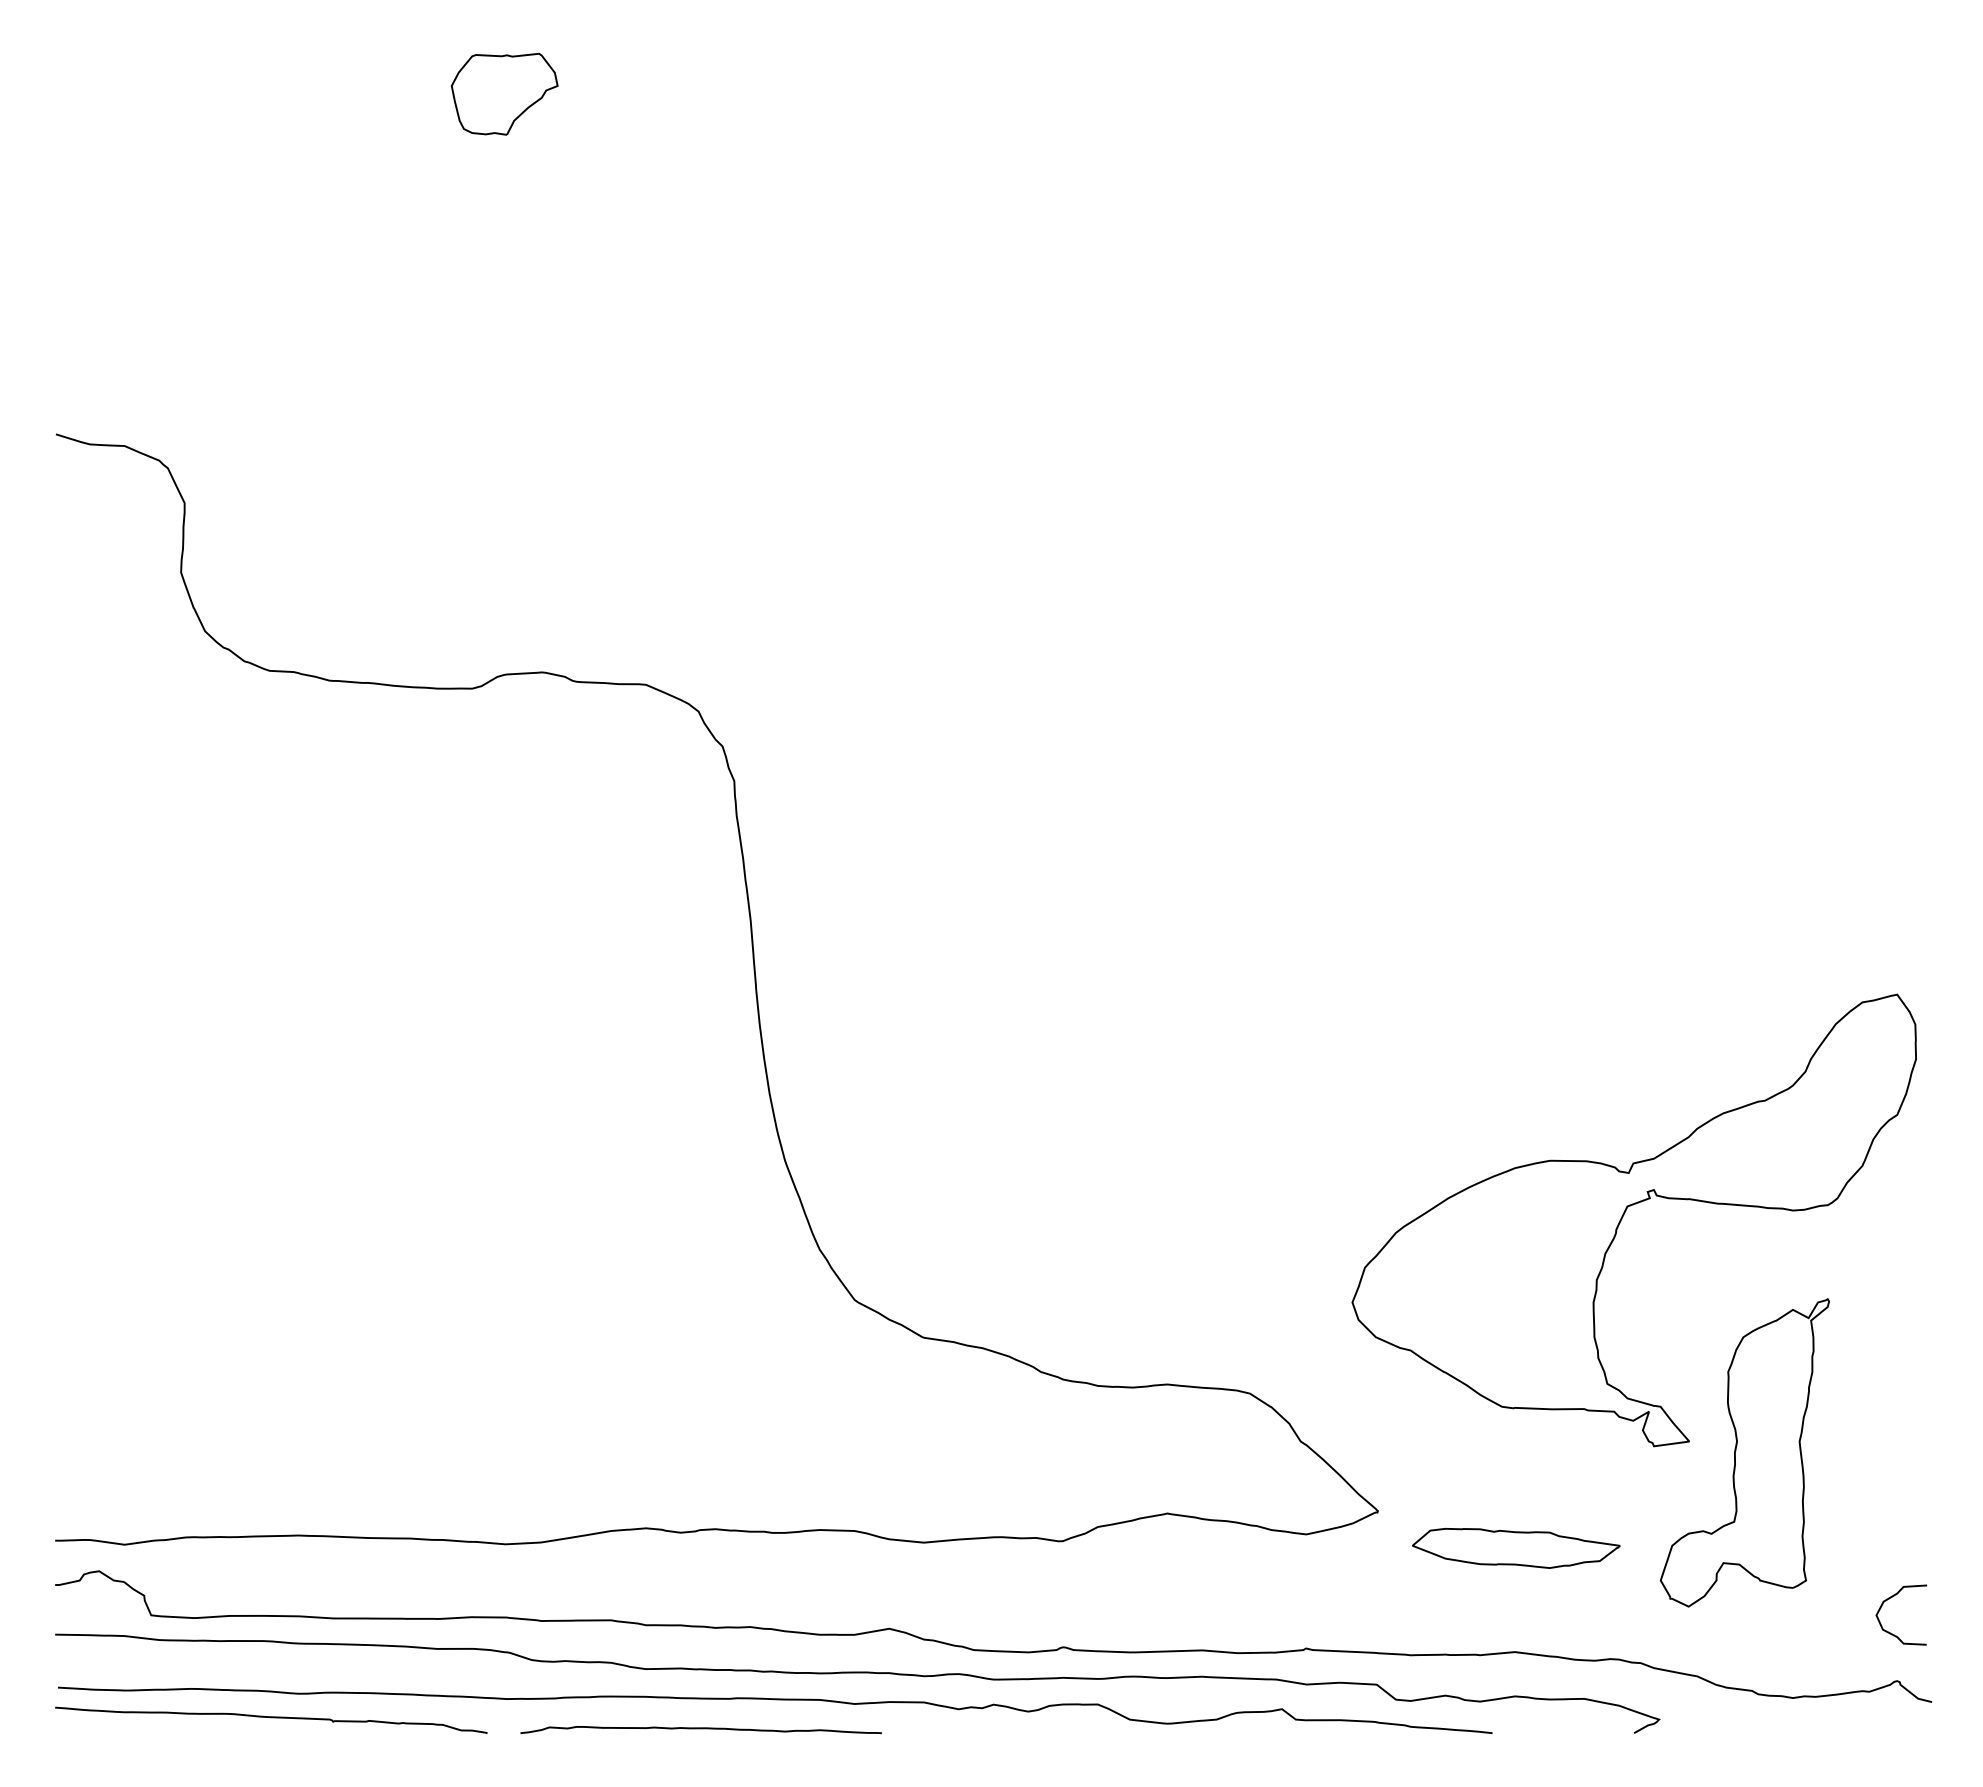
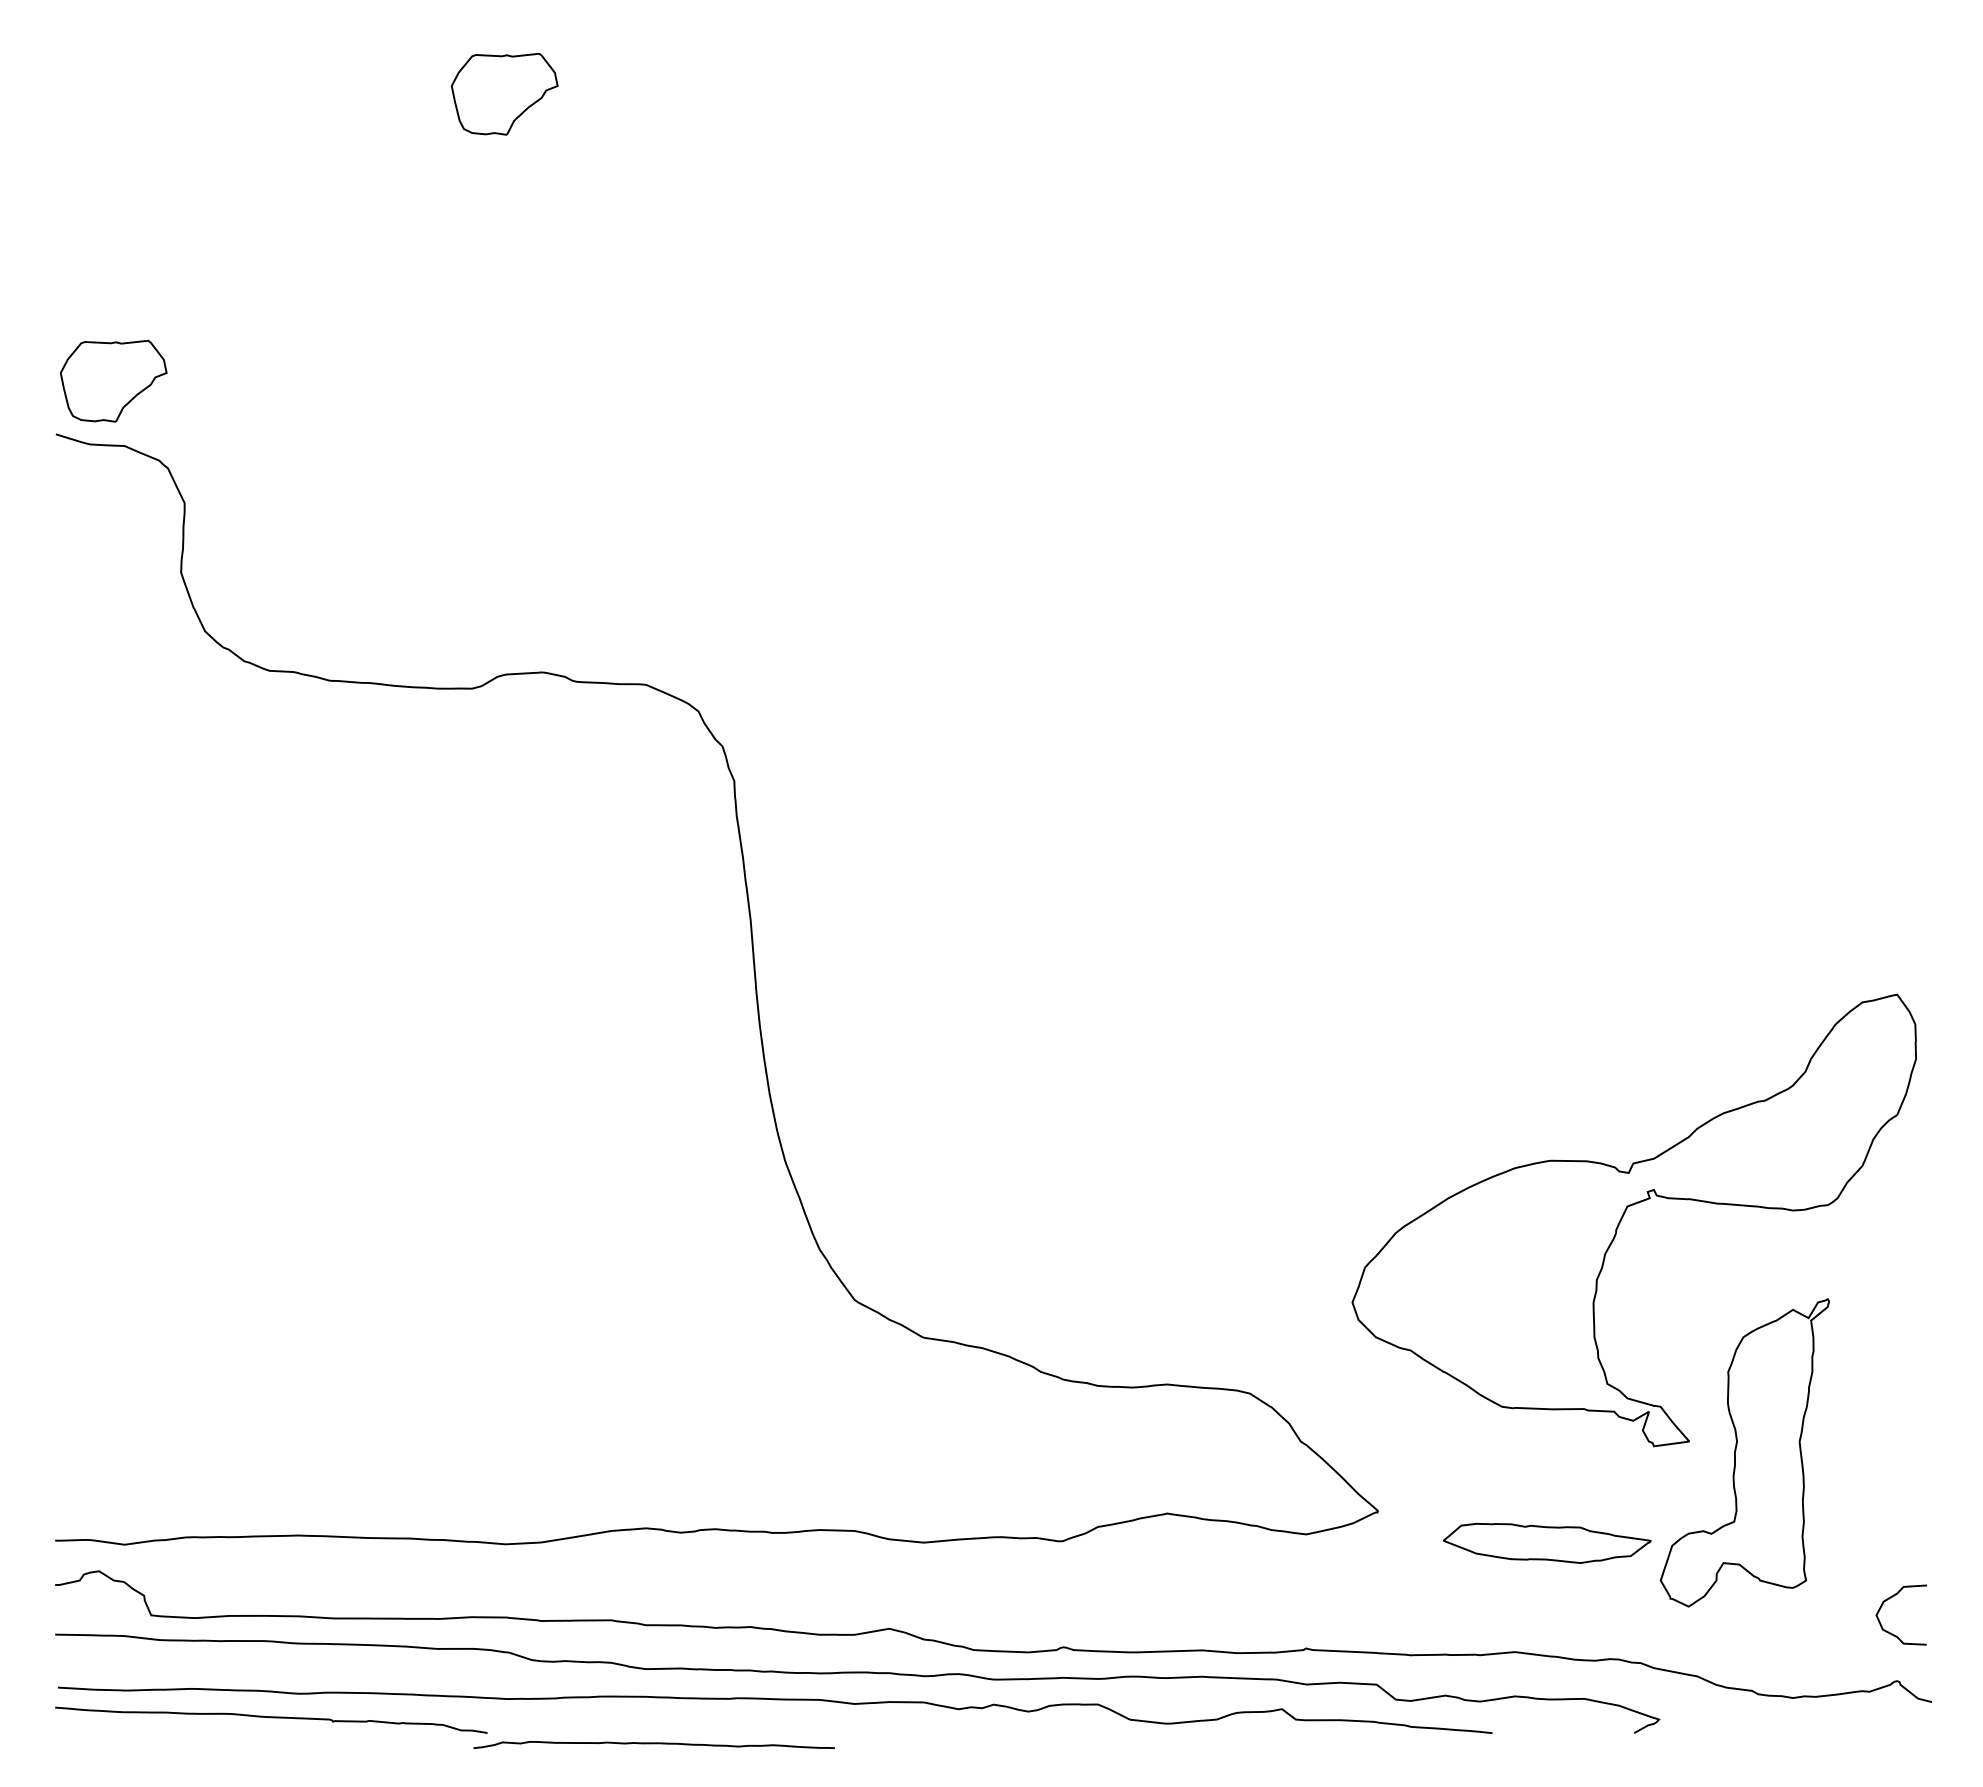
part at (113, 380): none -> present
part at (1516, 1548) position: (1516, 1548) -> (1547, 1543)
curve at (700, 1729) position: (700, 1729) -> (653, 1744)
